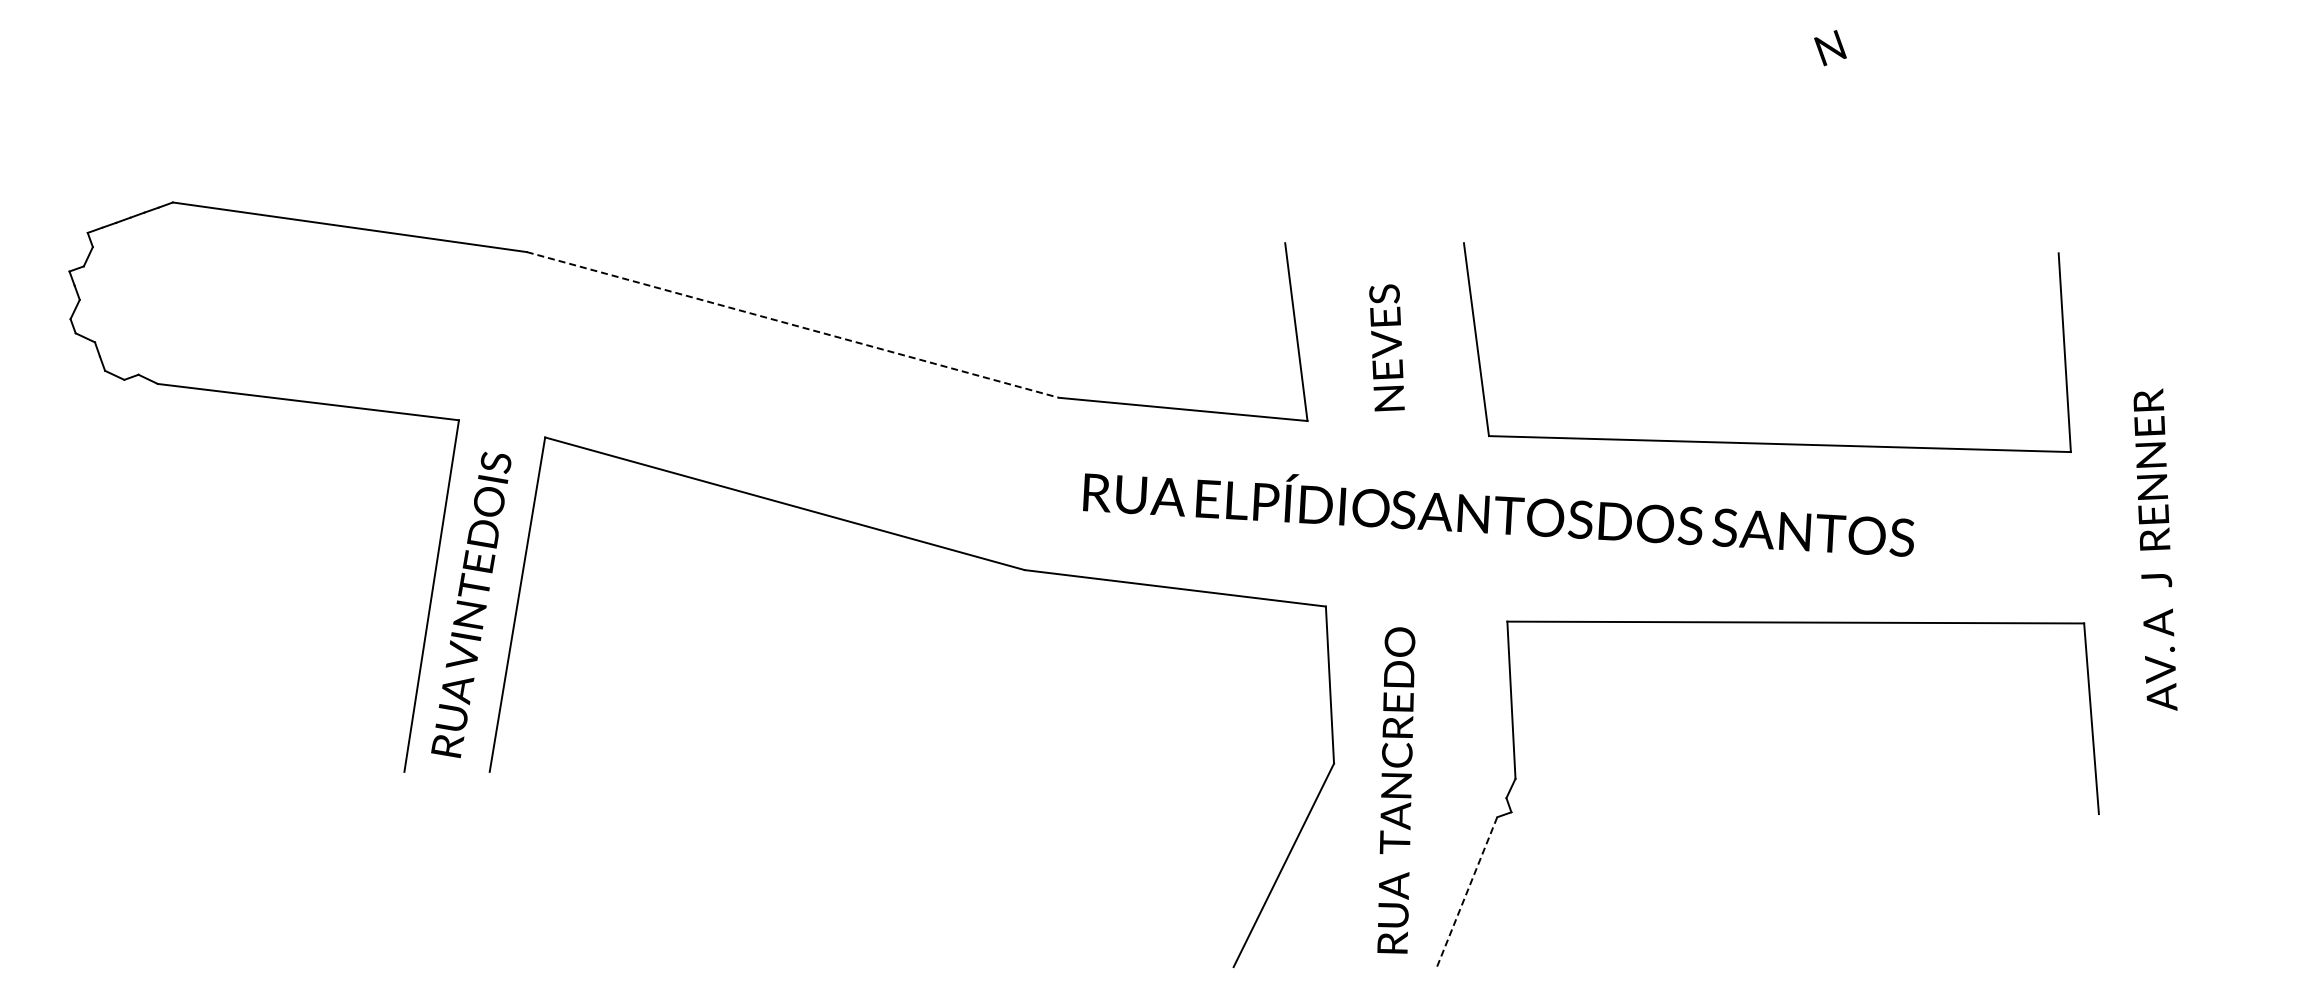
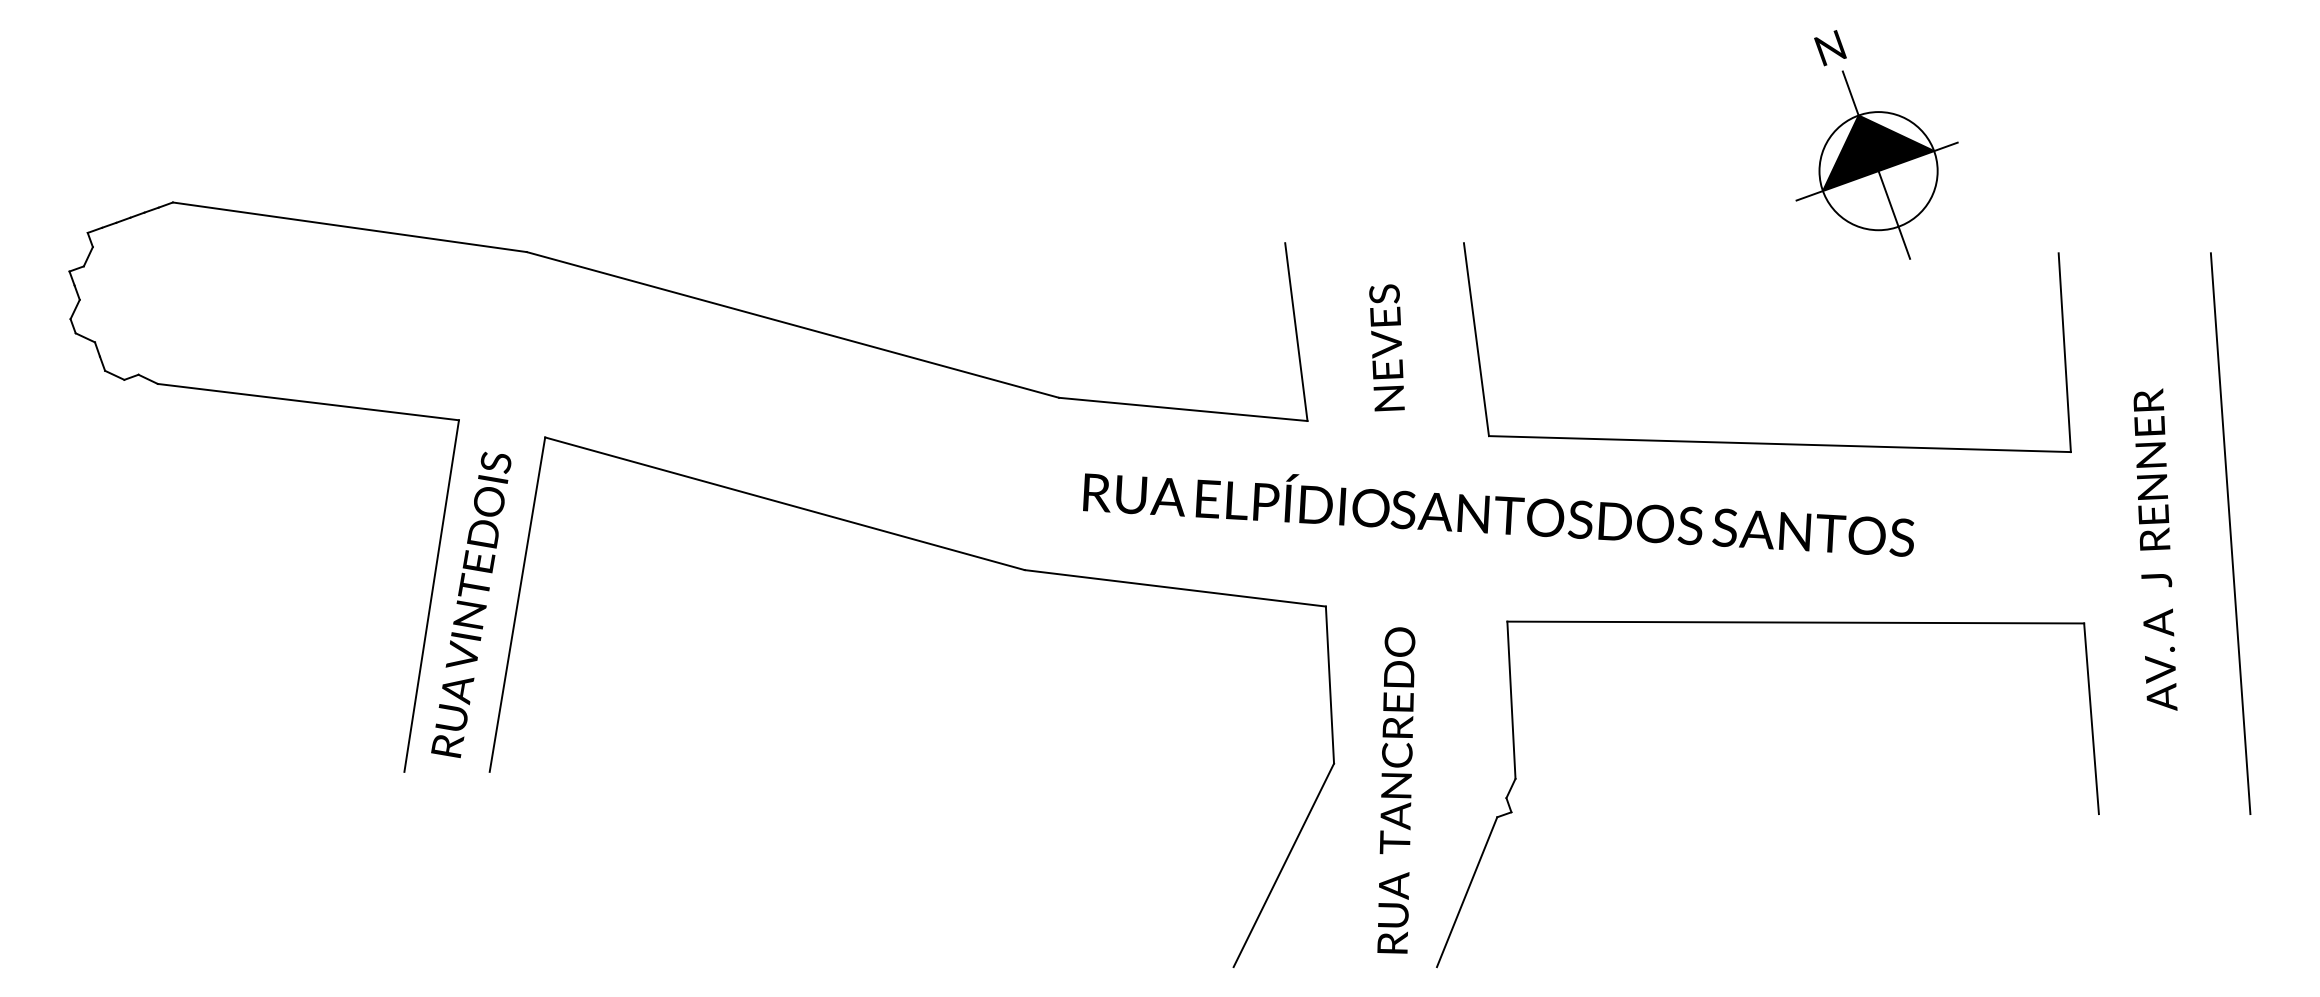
part at (1876, 164): none -> present
line at (792, 324): dashed -> solid
line at (2230, 533): none -> present
line at (1467, 892): dashed -> solid
